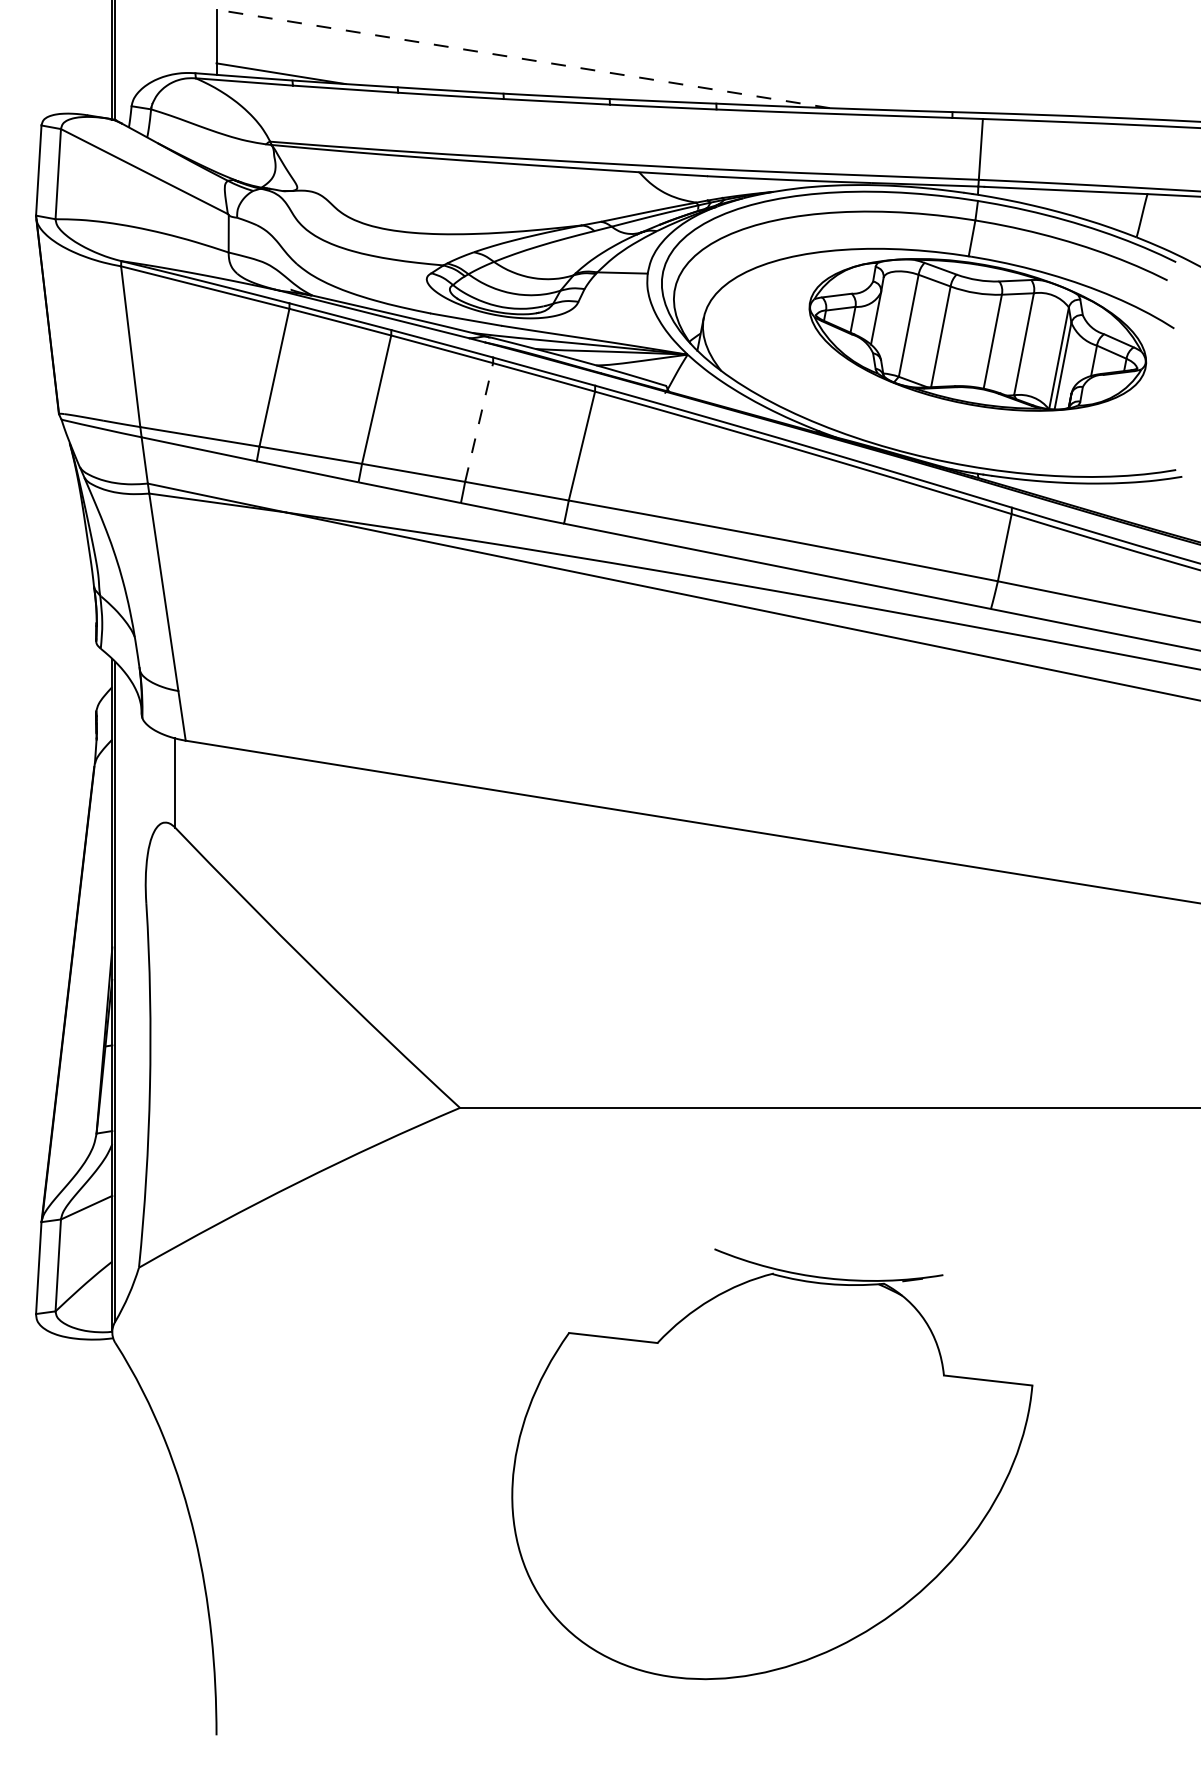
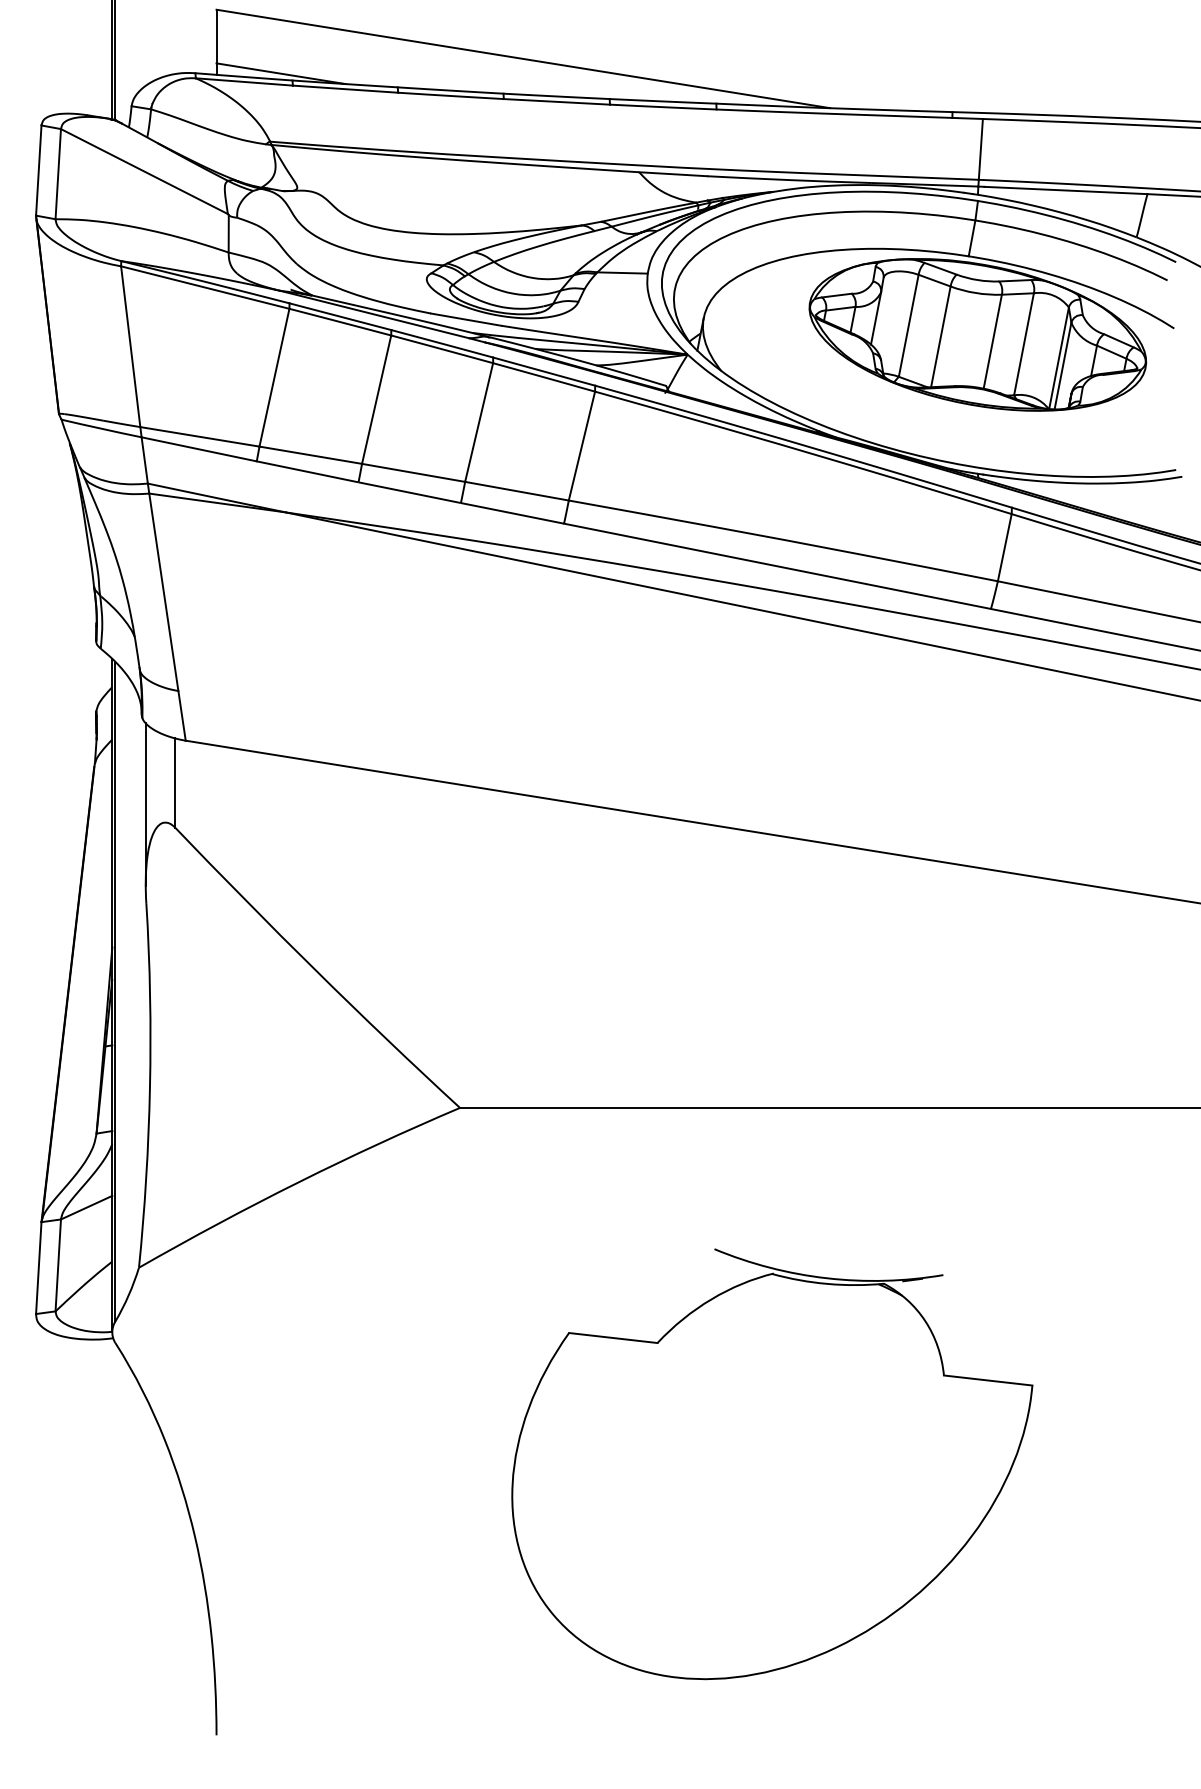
line at (523, 58): dashed -> solid
line at (479, 422): dashed -> solid
line at (145, 804): none -> present
